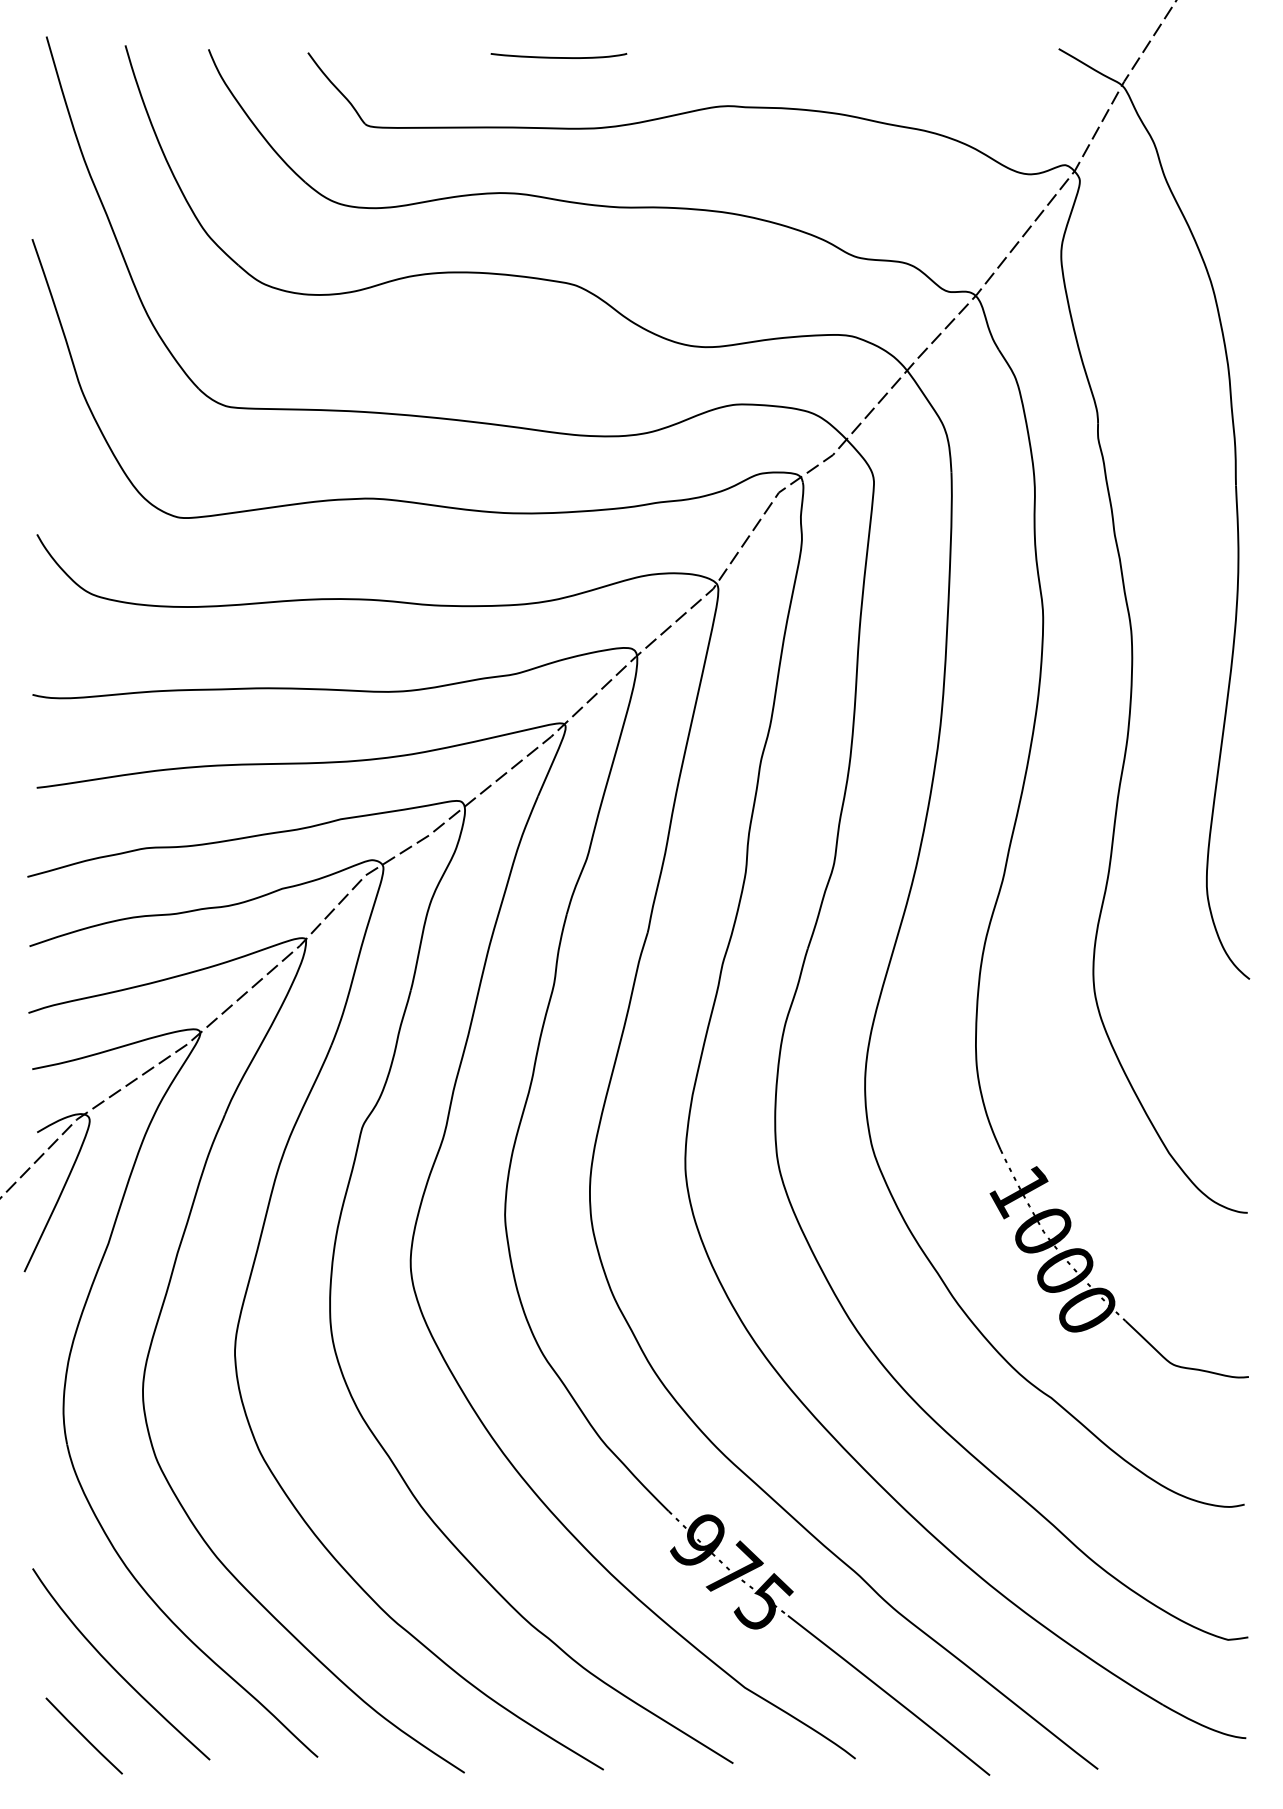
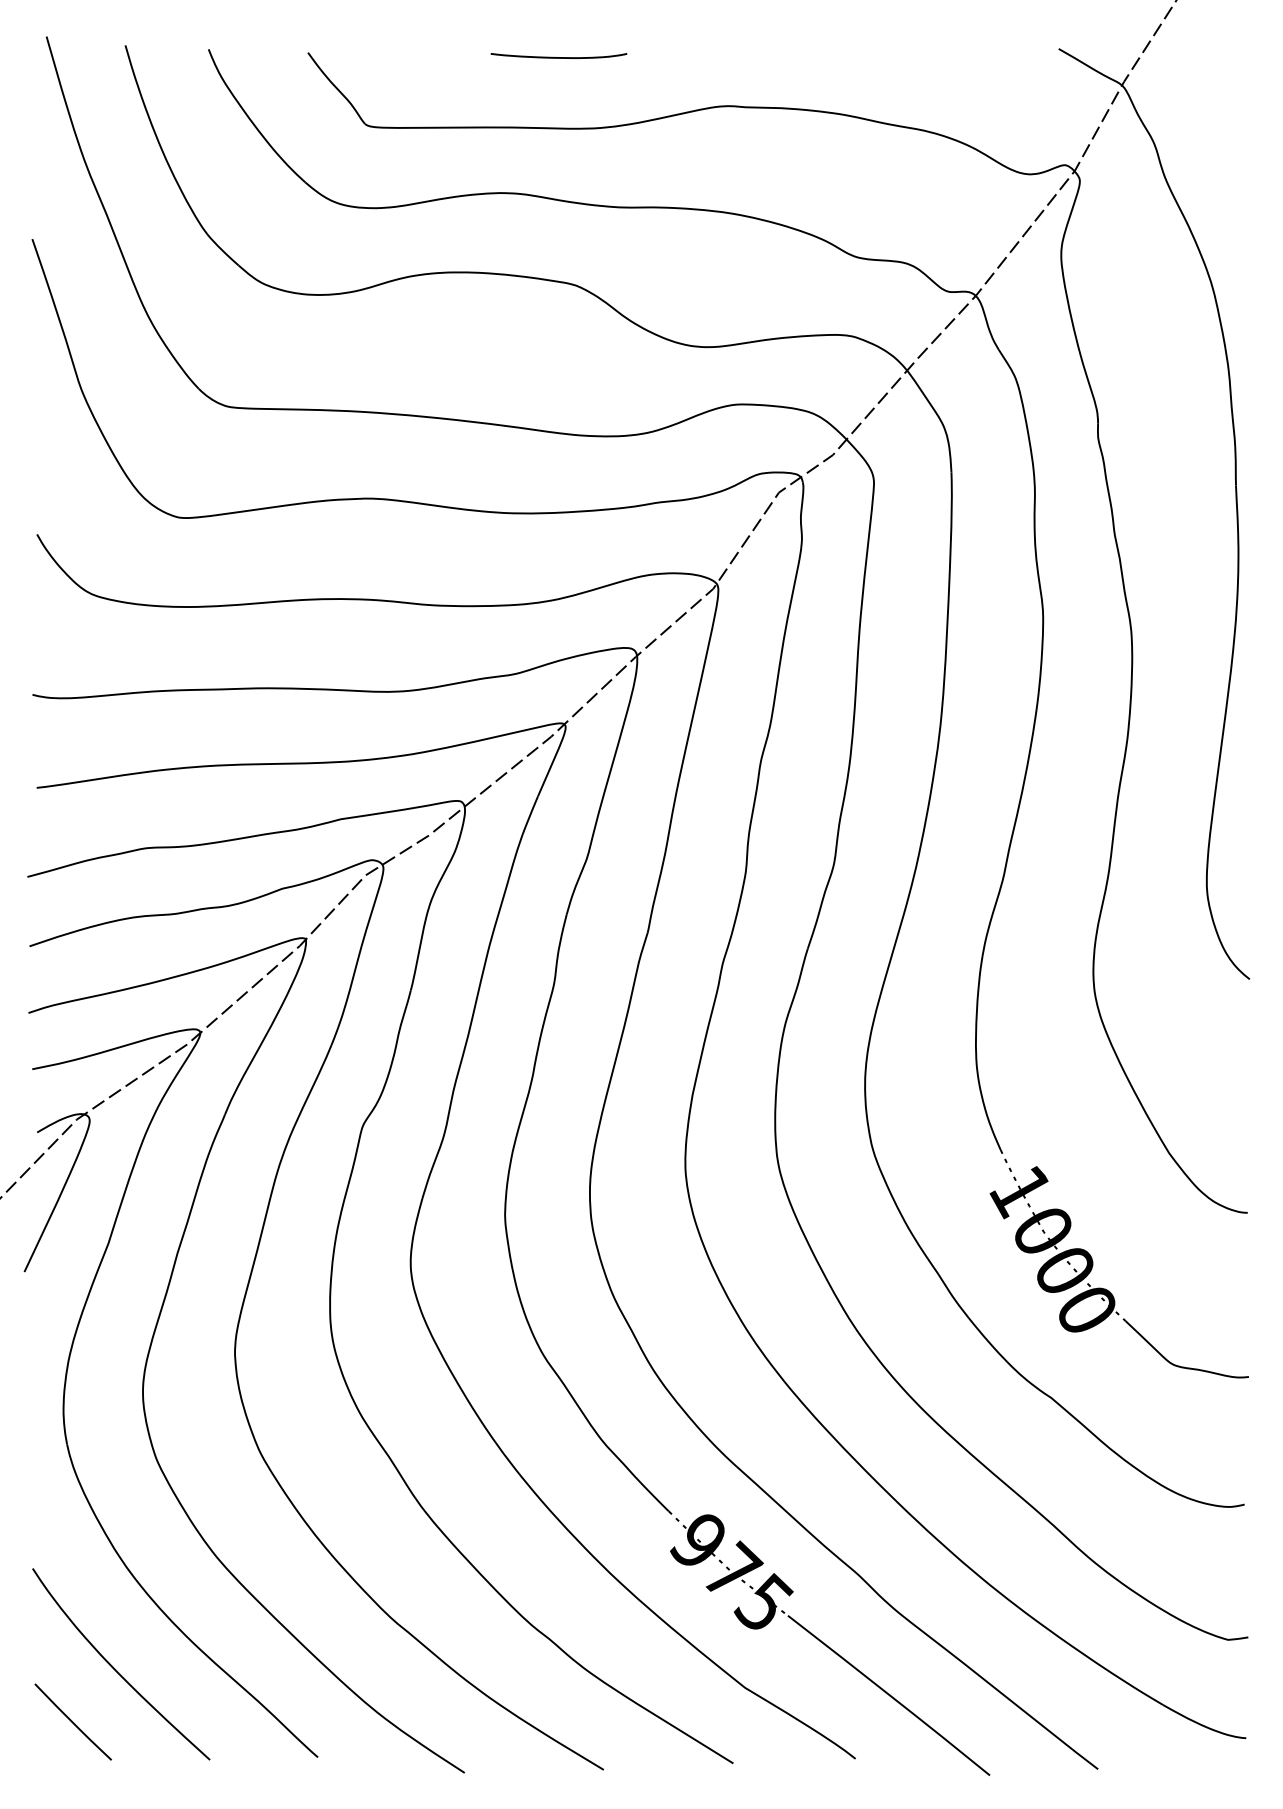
line at (83, 1735) position: (83, 1735) -> (72, 1721)
